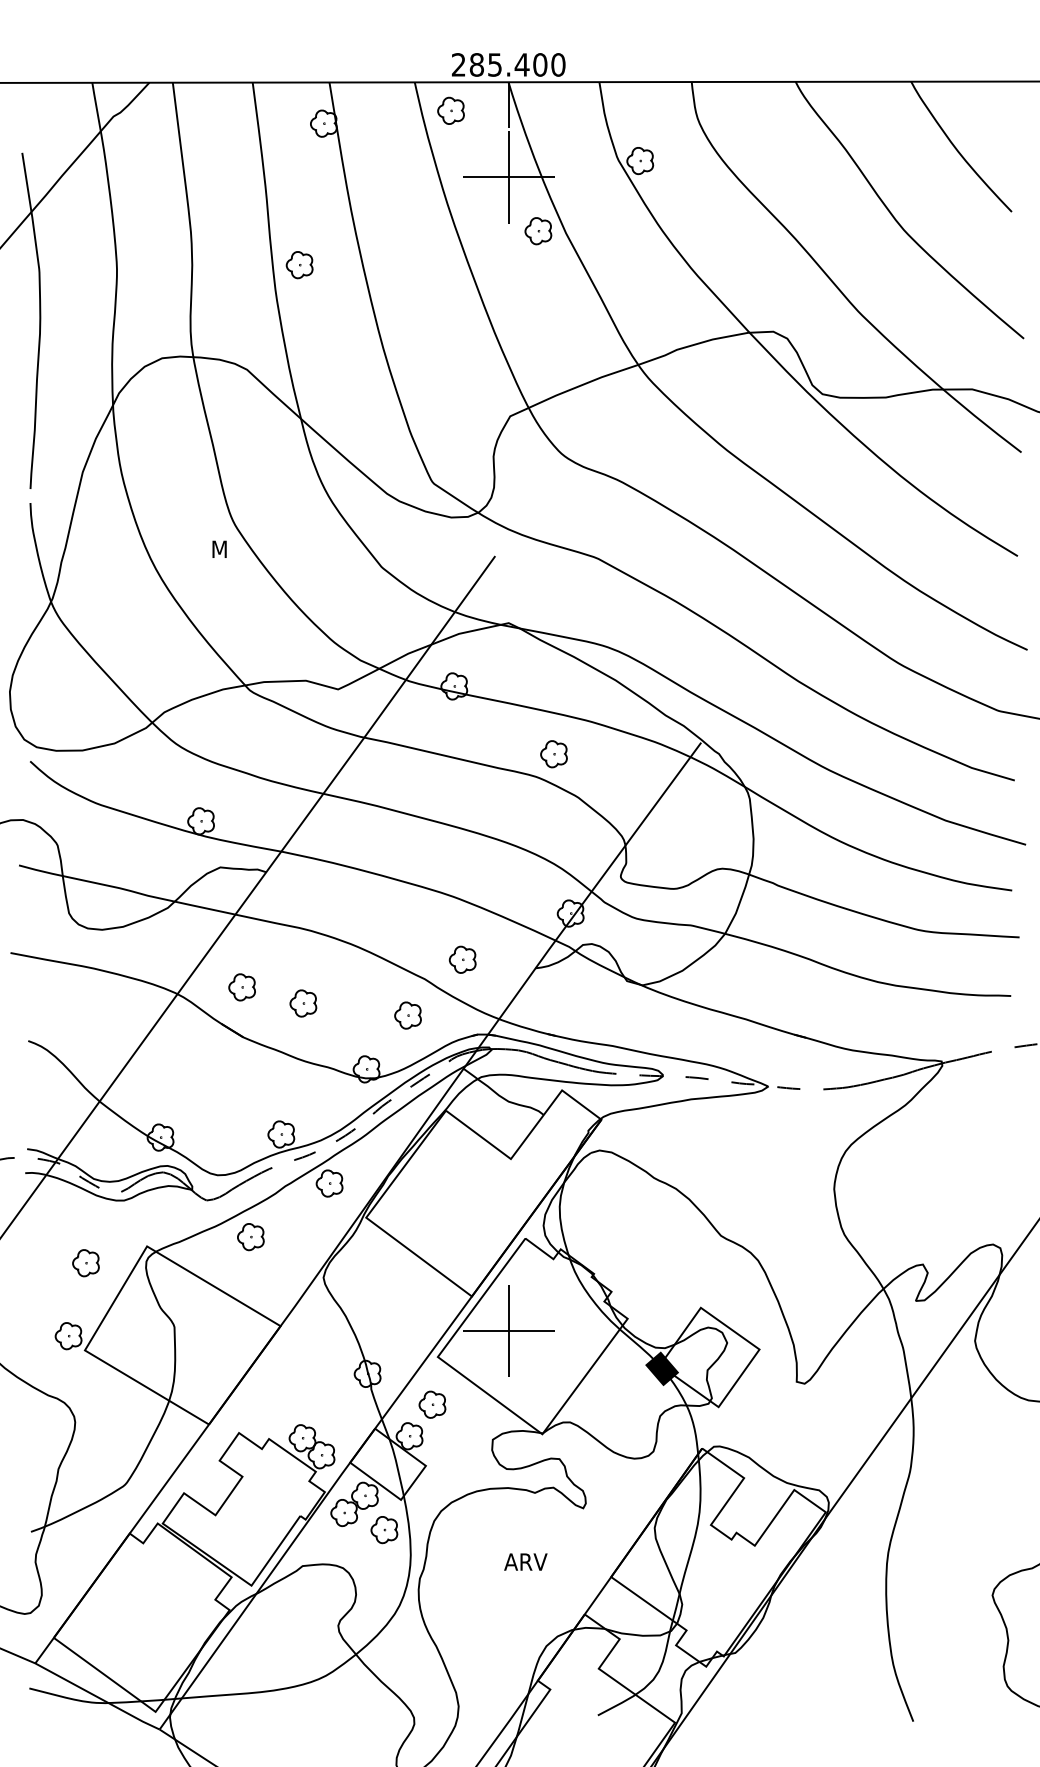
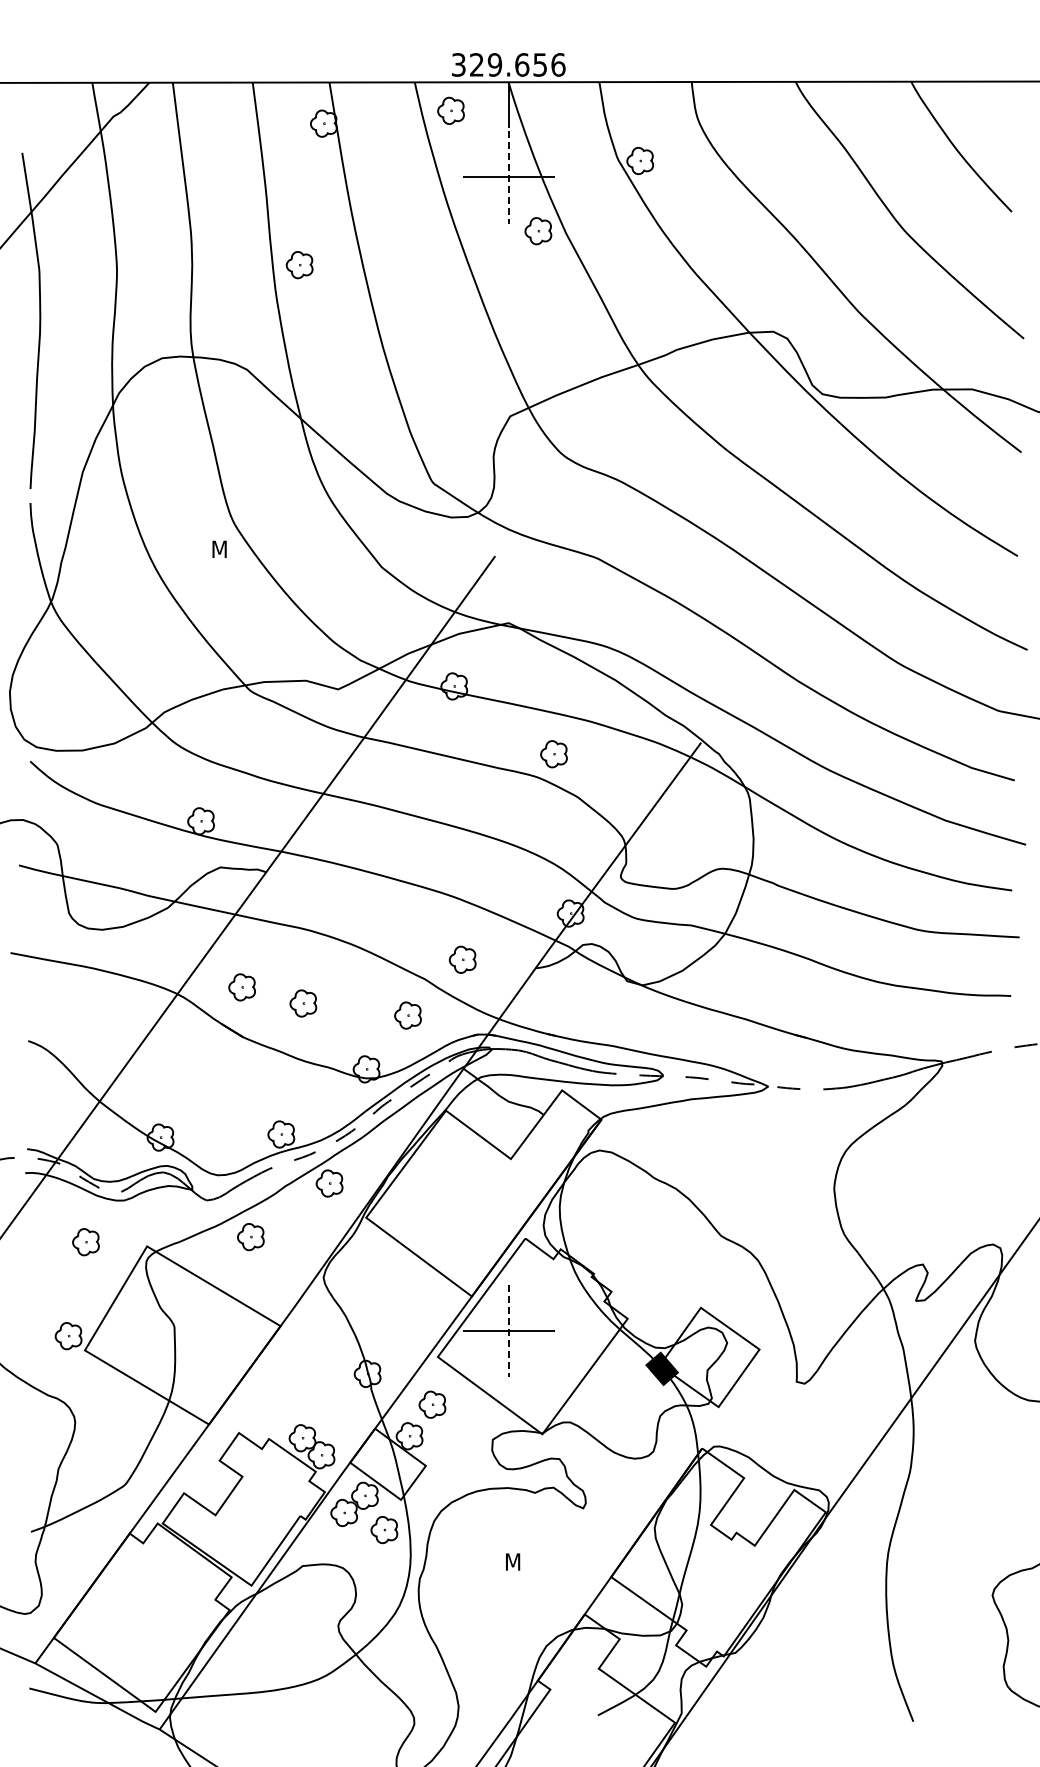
text at (508, 64): 285.400 -> 329.656
line at (508, 177): solid -> dashed
part at (85, 1263) position: (85, 1263) -> (85, 1242)
line at (508, 1331): solid -> dashed
text at (525, 1561): ARV -> M
